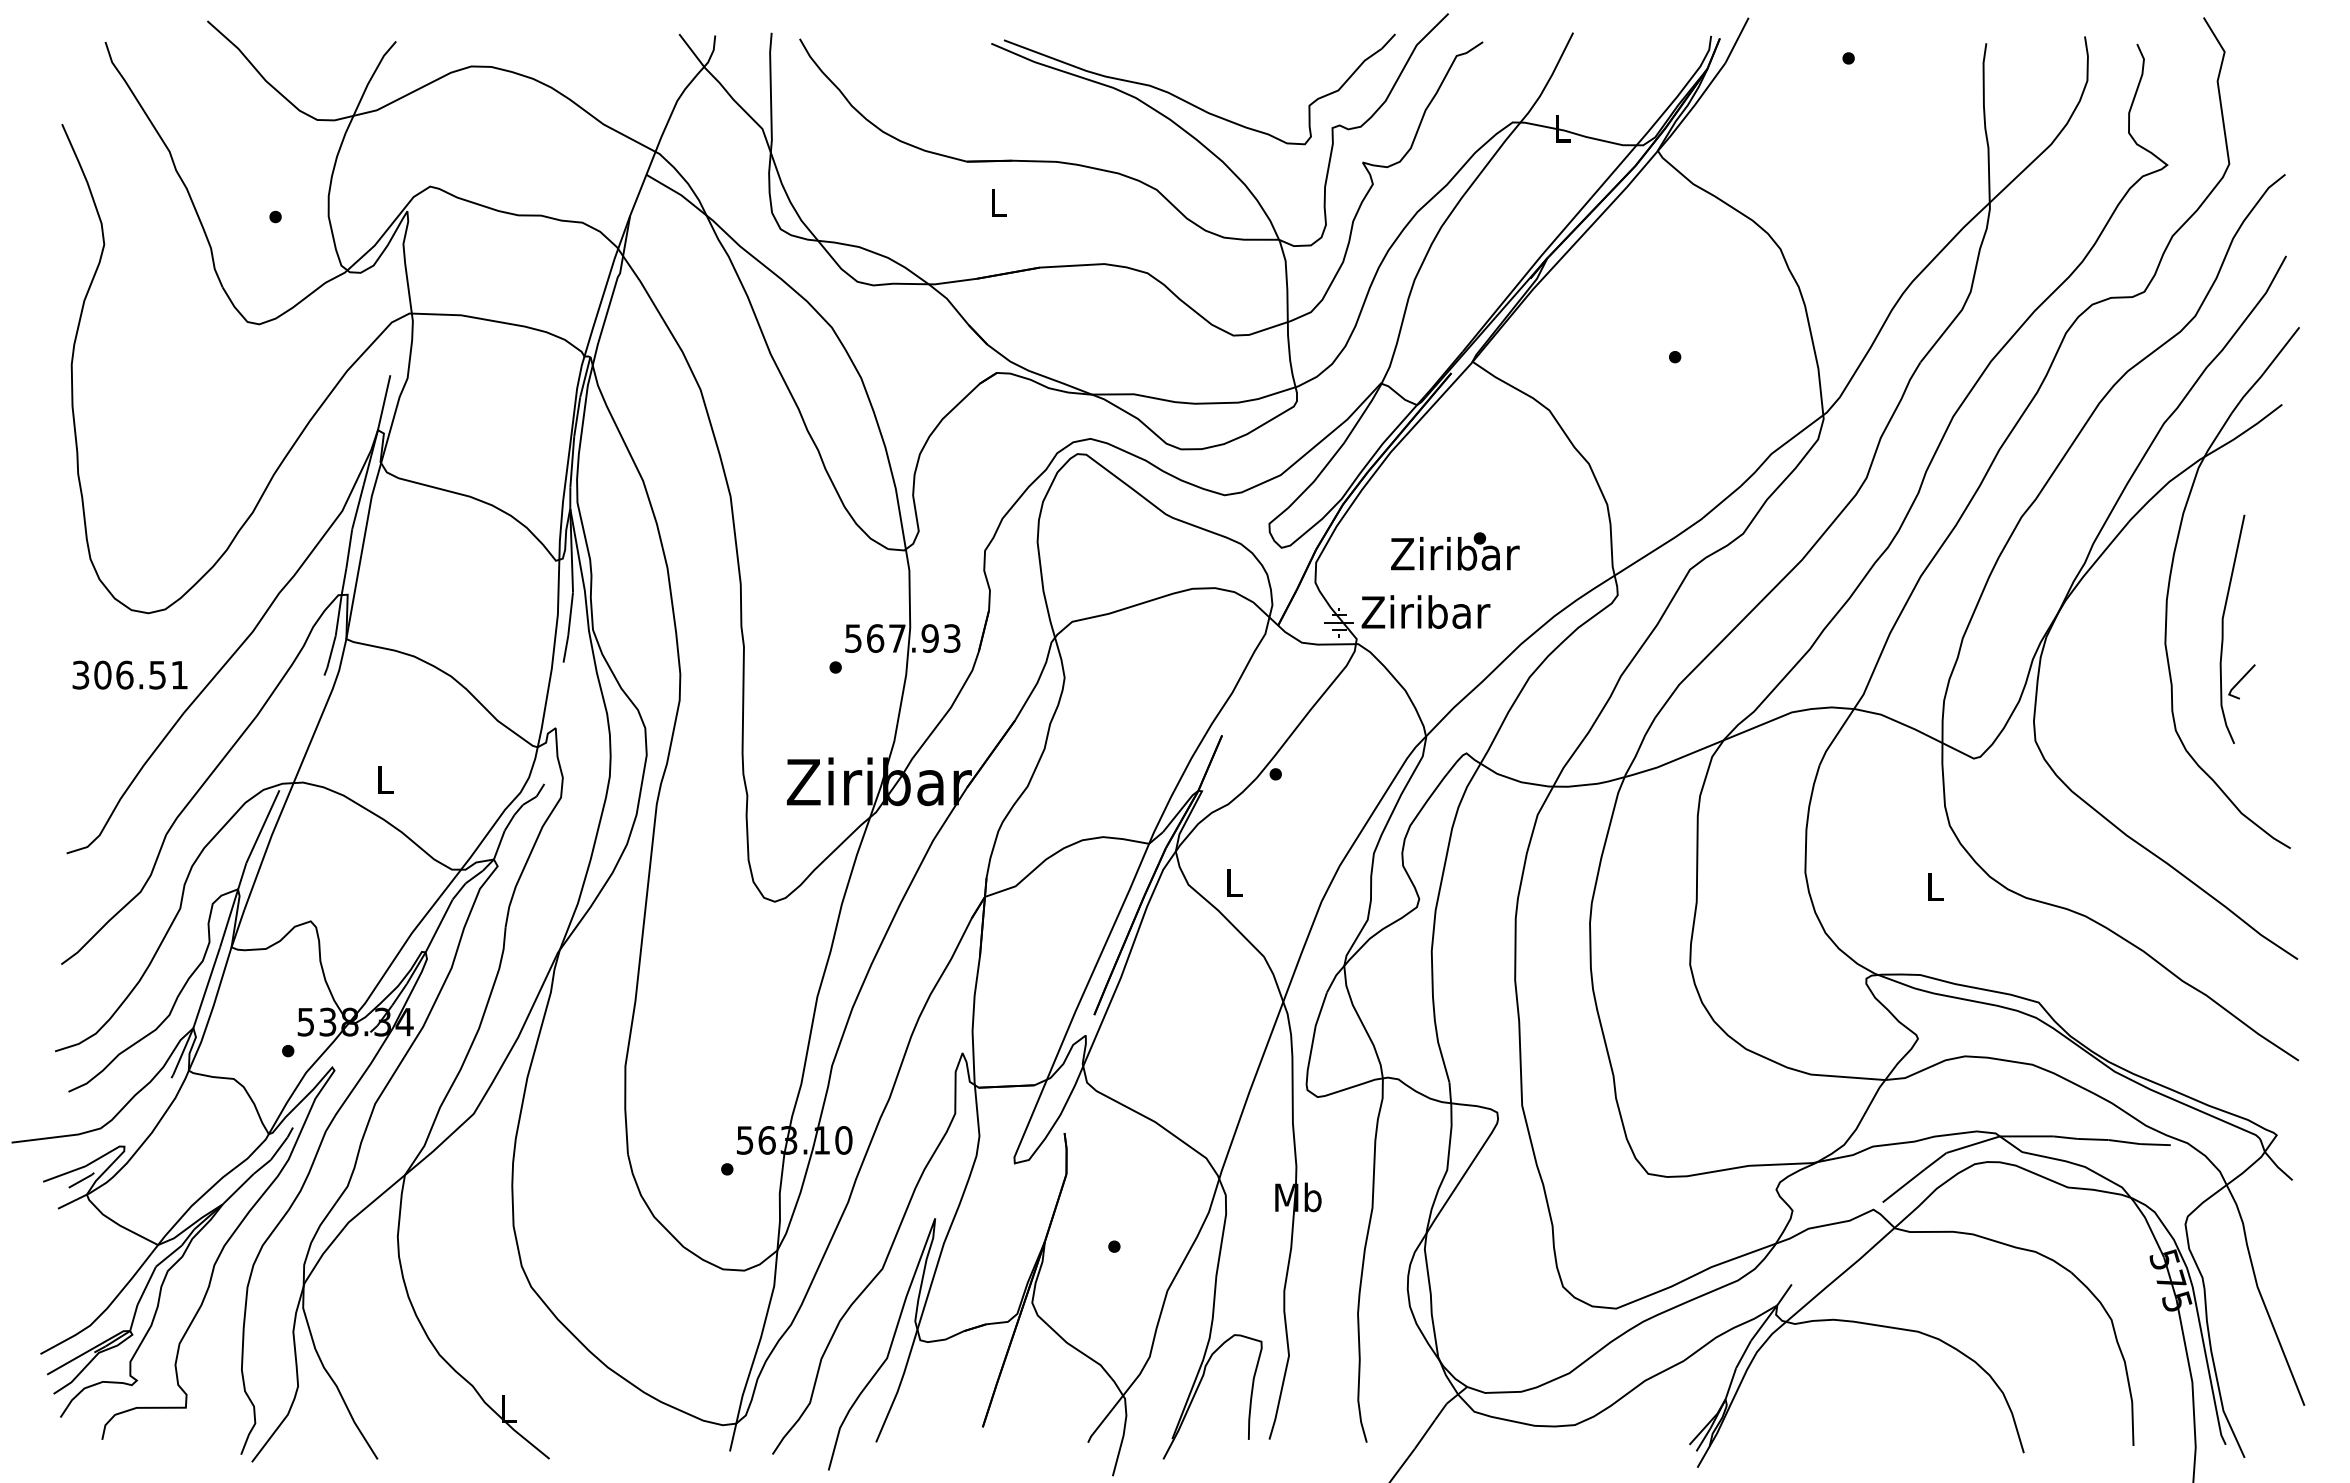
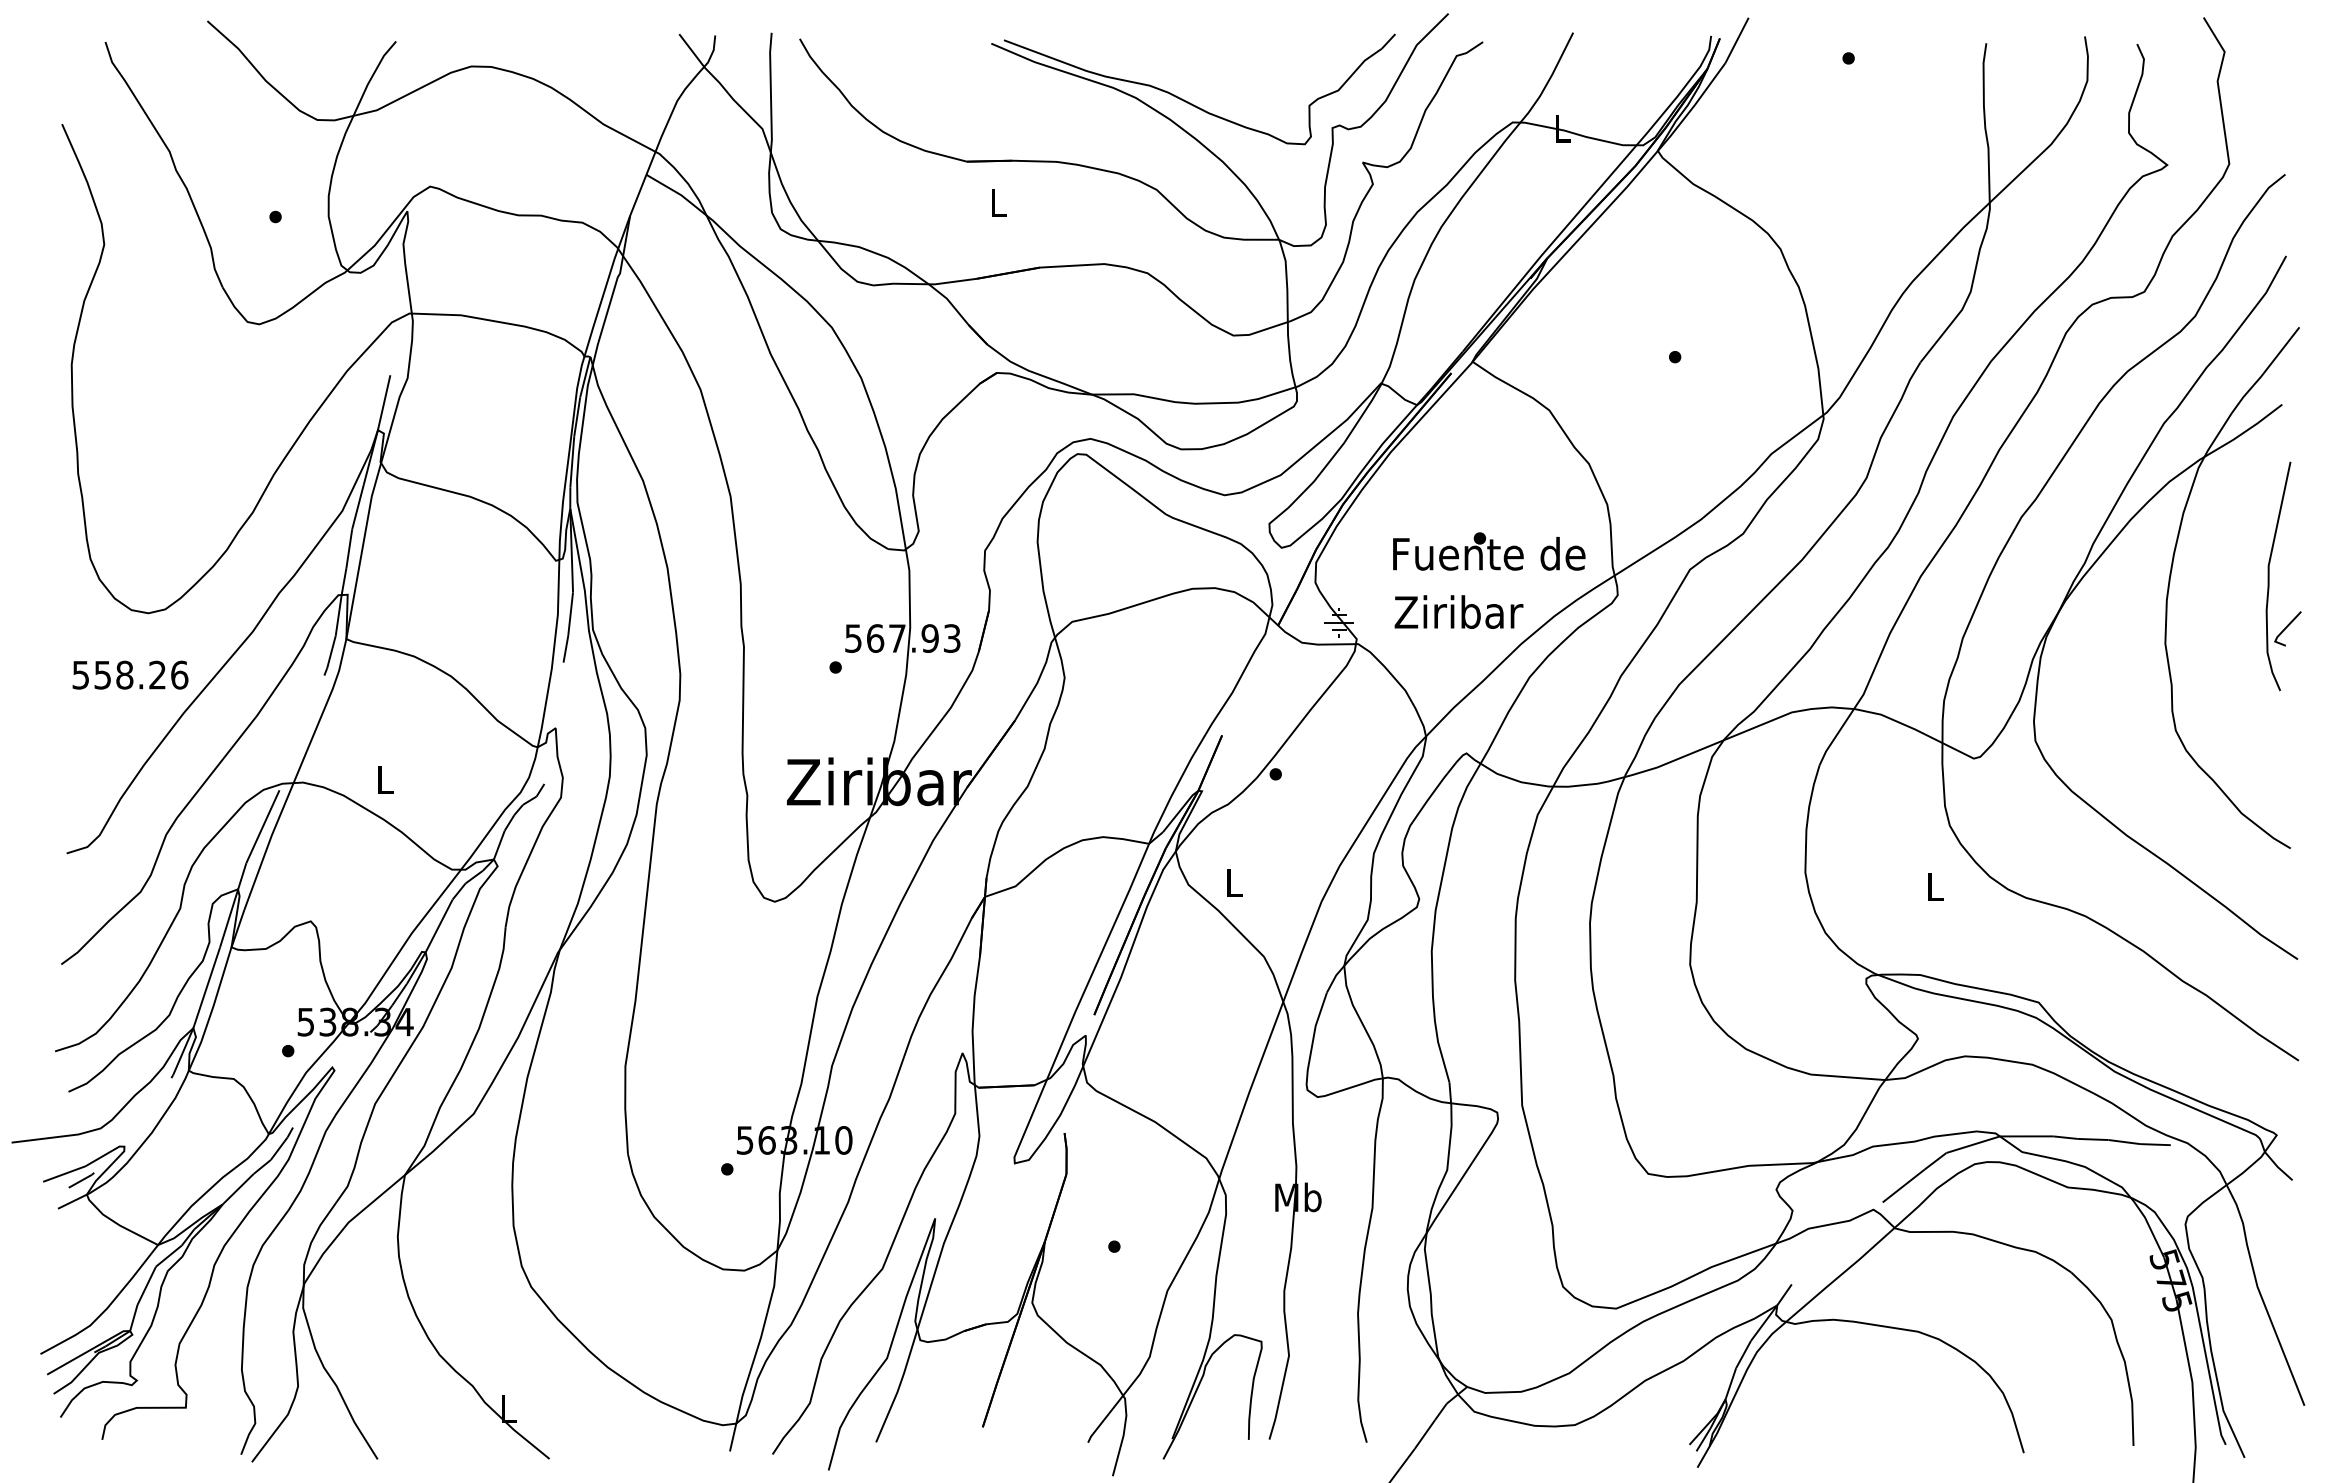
text at (1488, 553): Ziribar -> Fuente de
text at (1425, 611) position: (1425, 611) -> (1458, 611)
part at (2223, 628) position: (2223, 628) -> (2269, 575)
text at (130, 674): 306.51 -> 558.26
